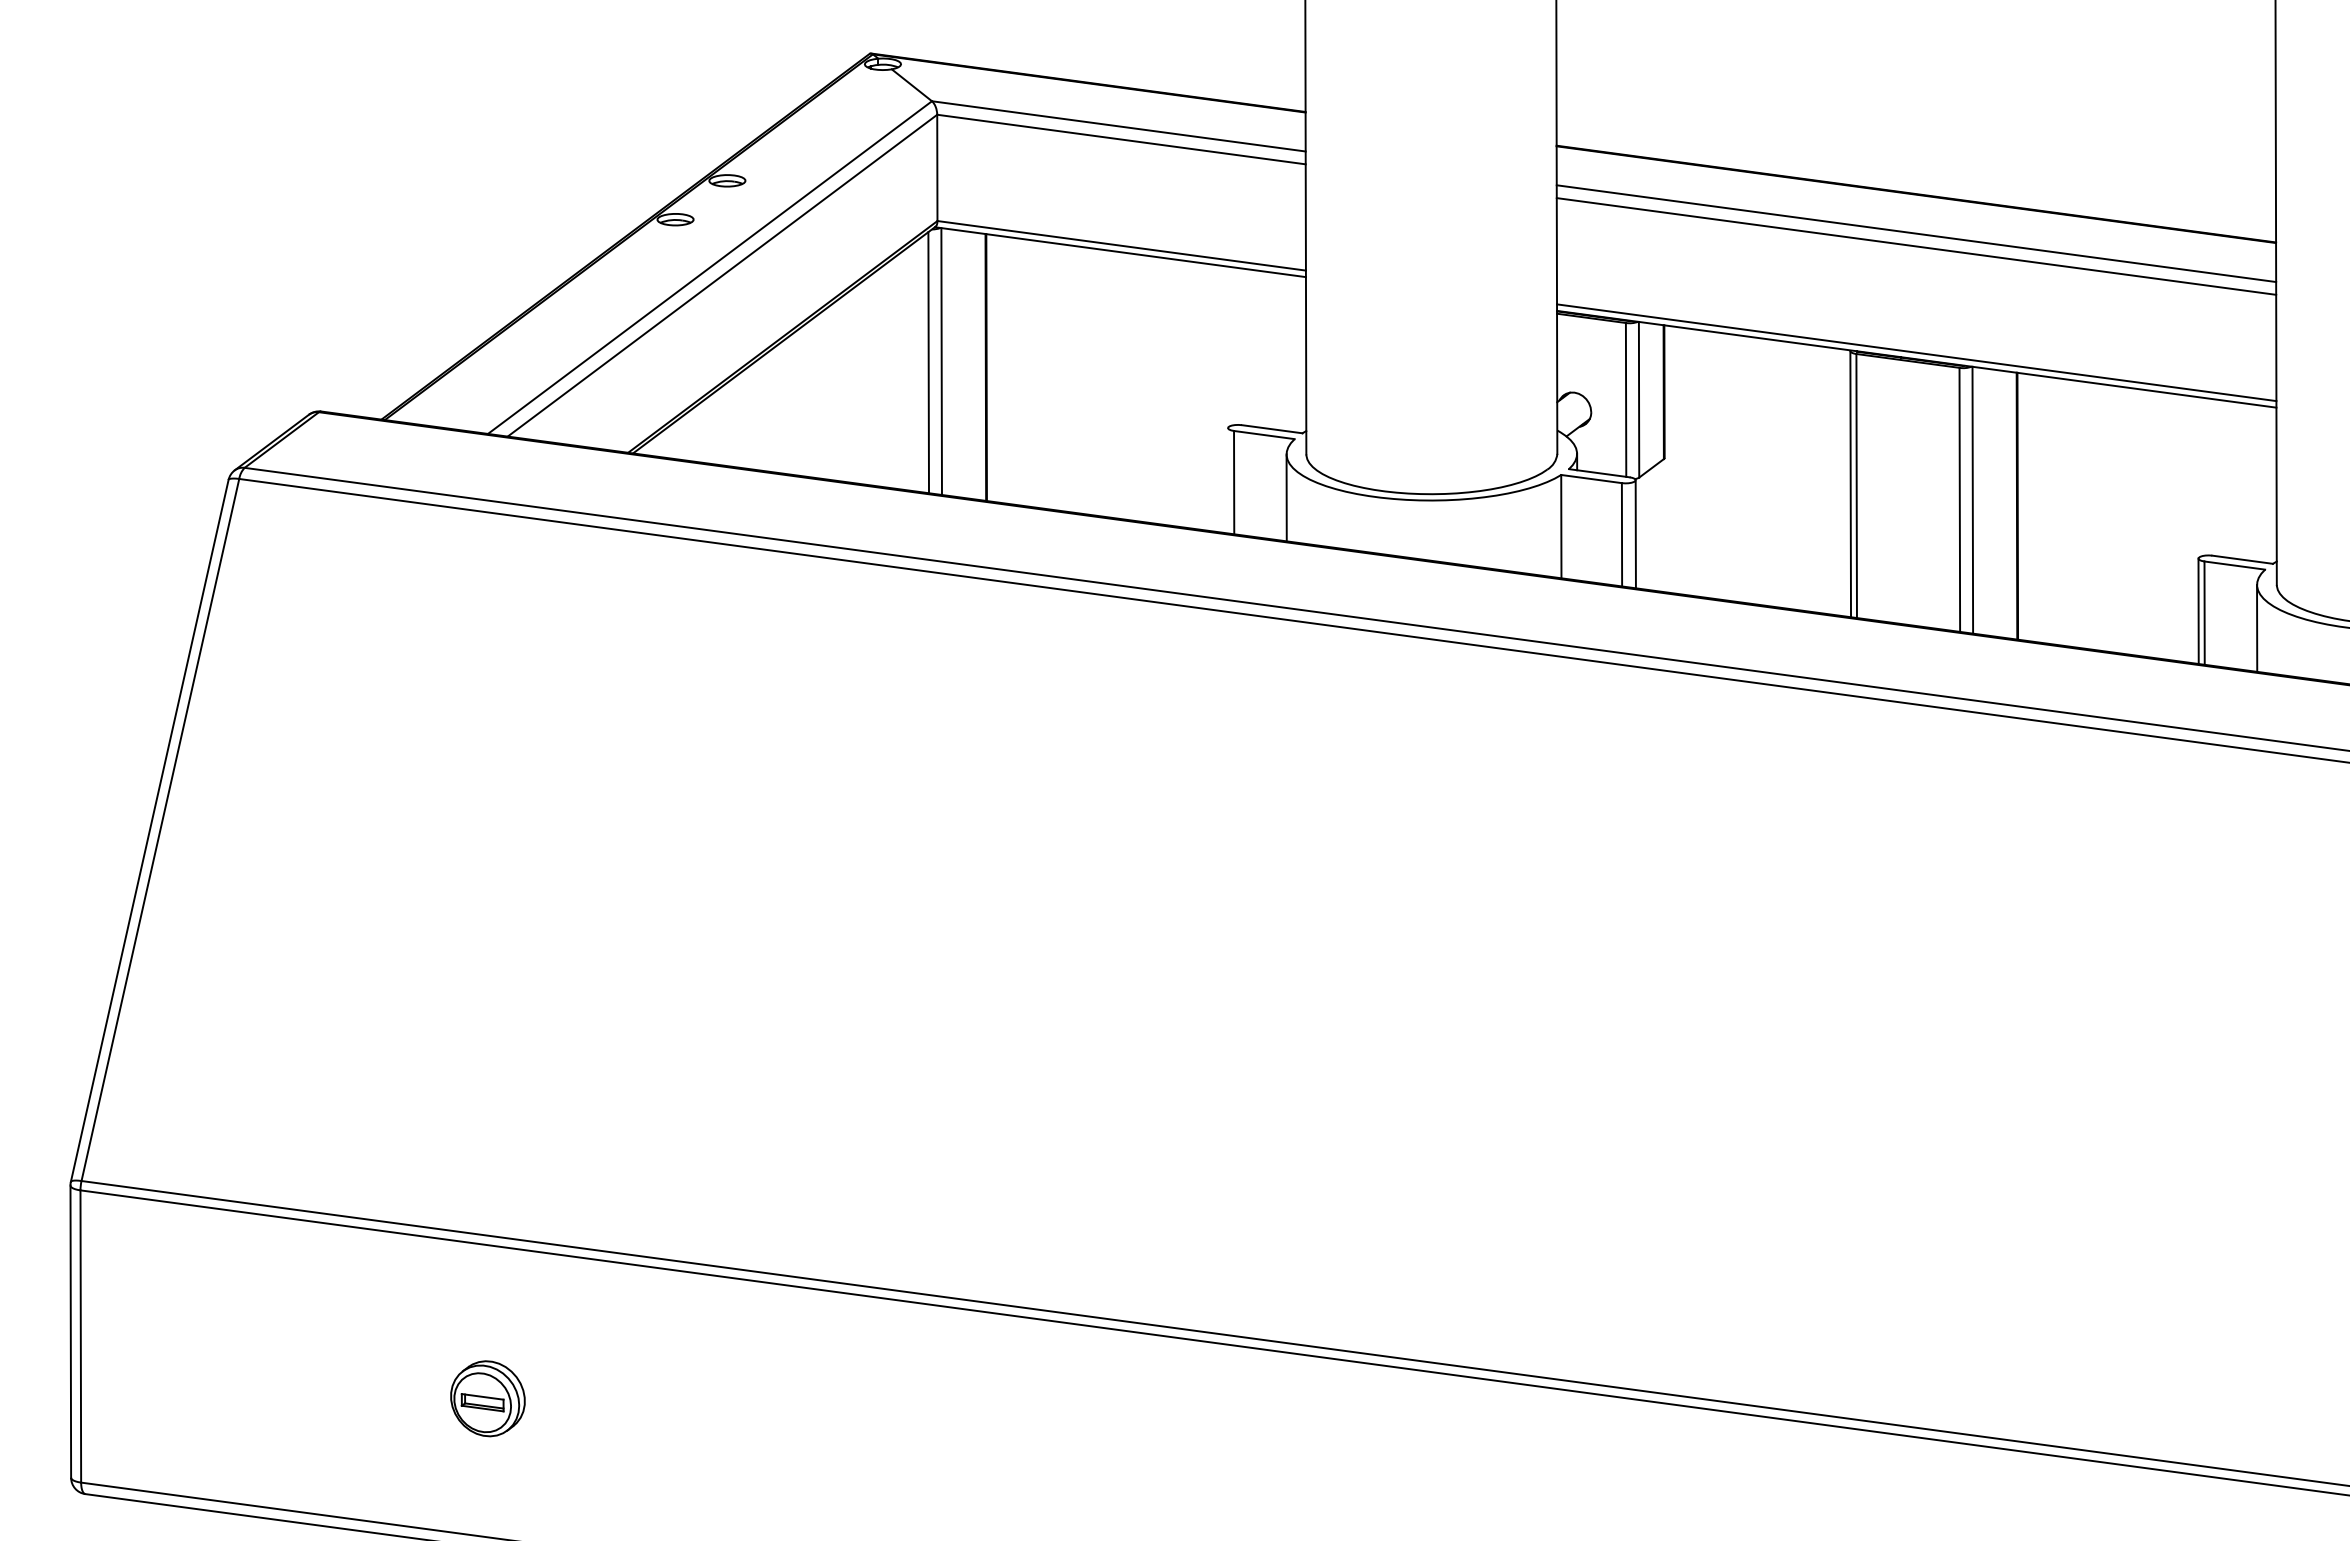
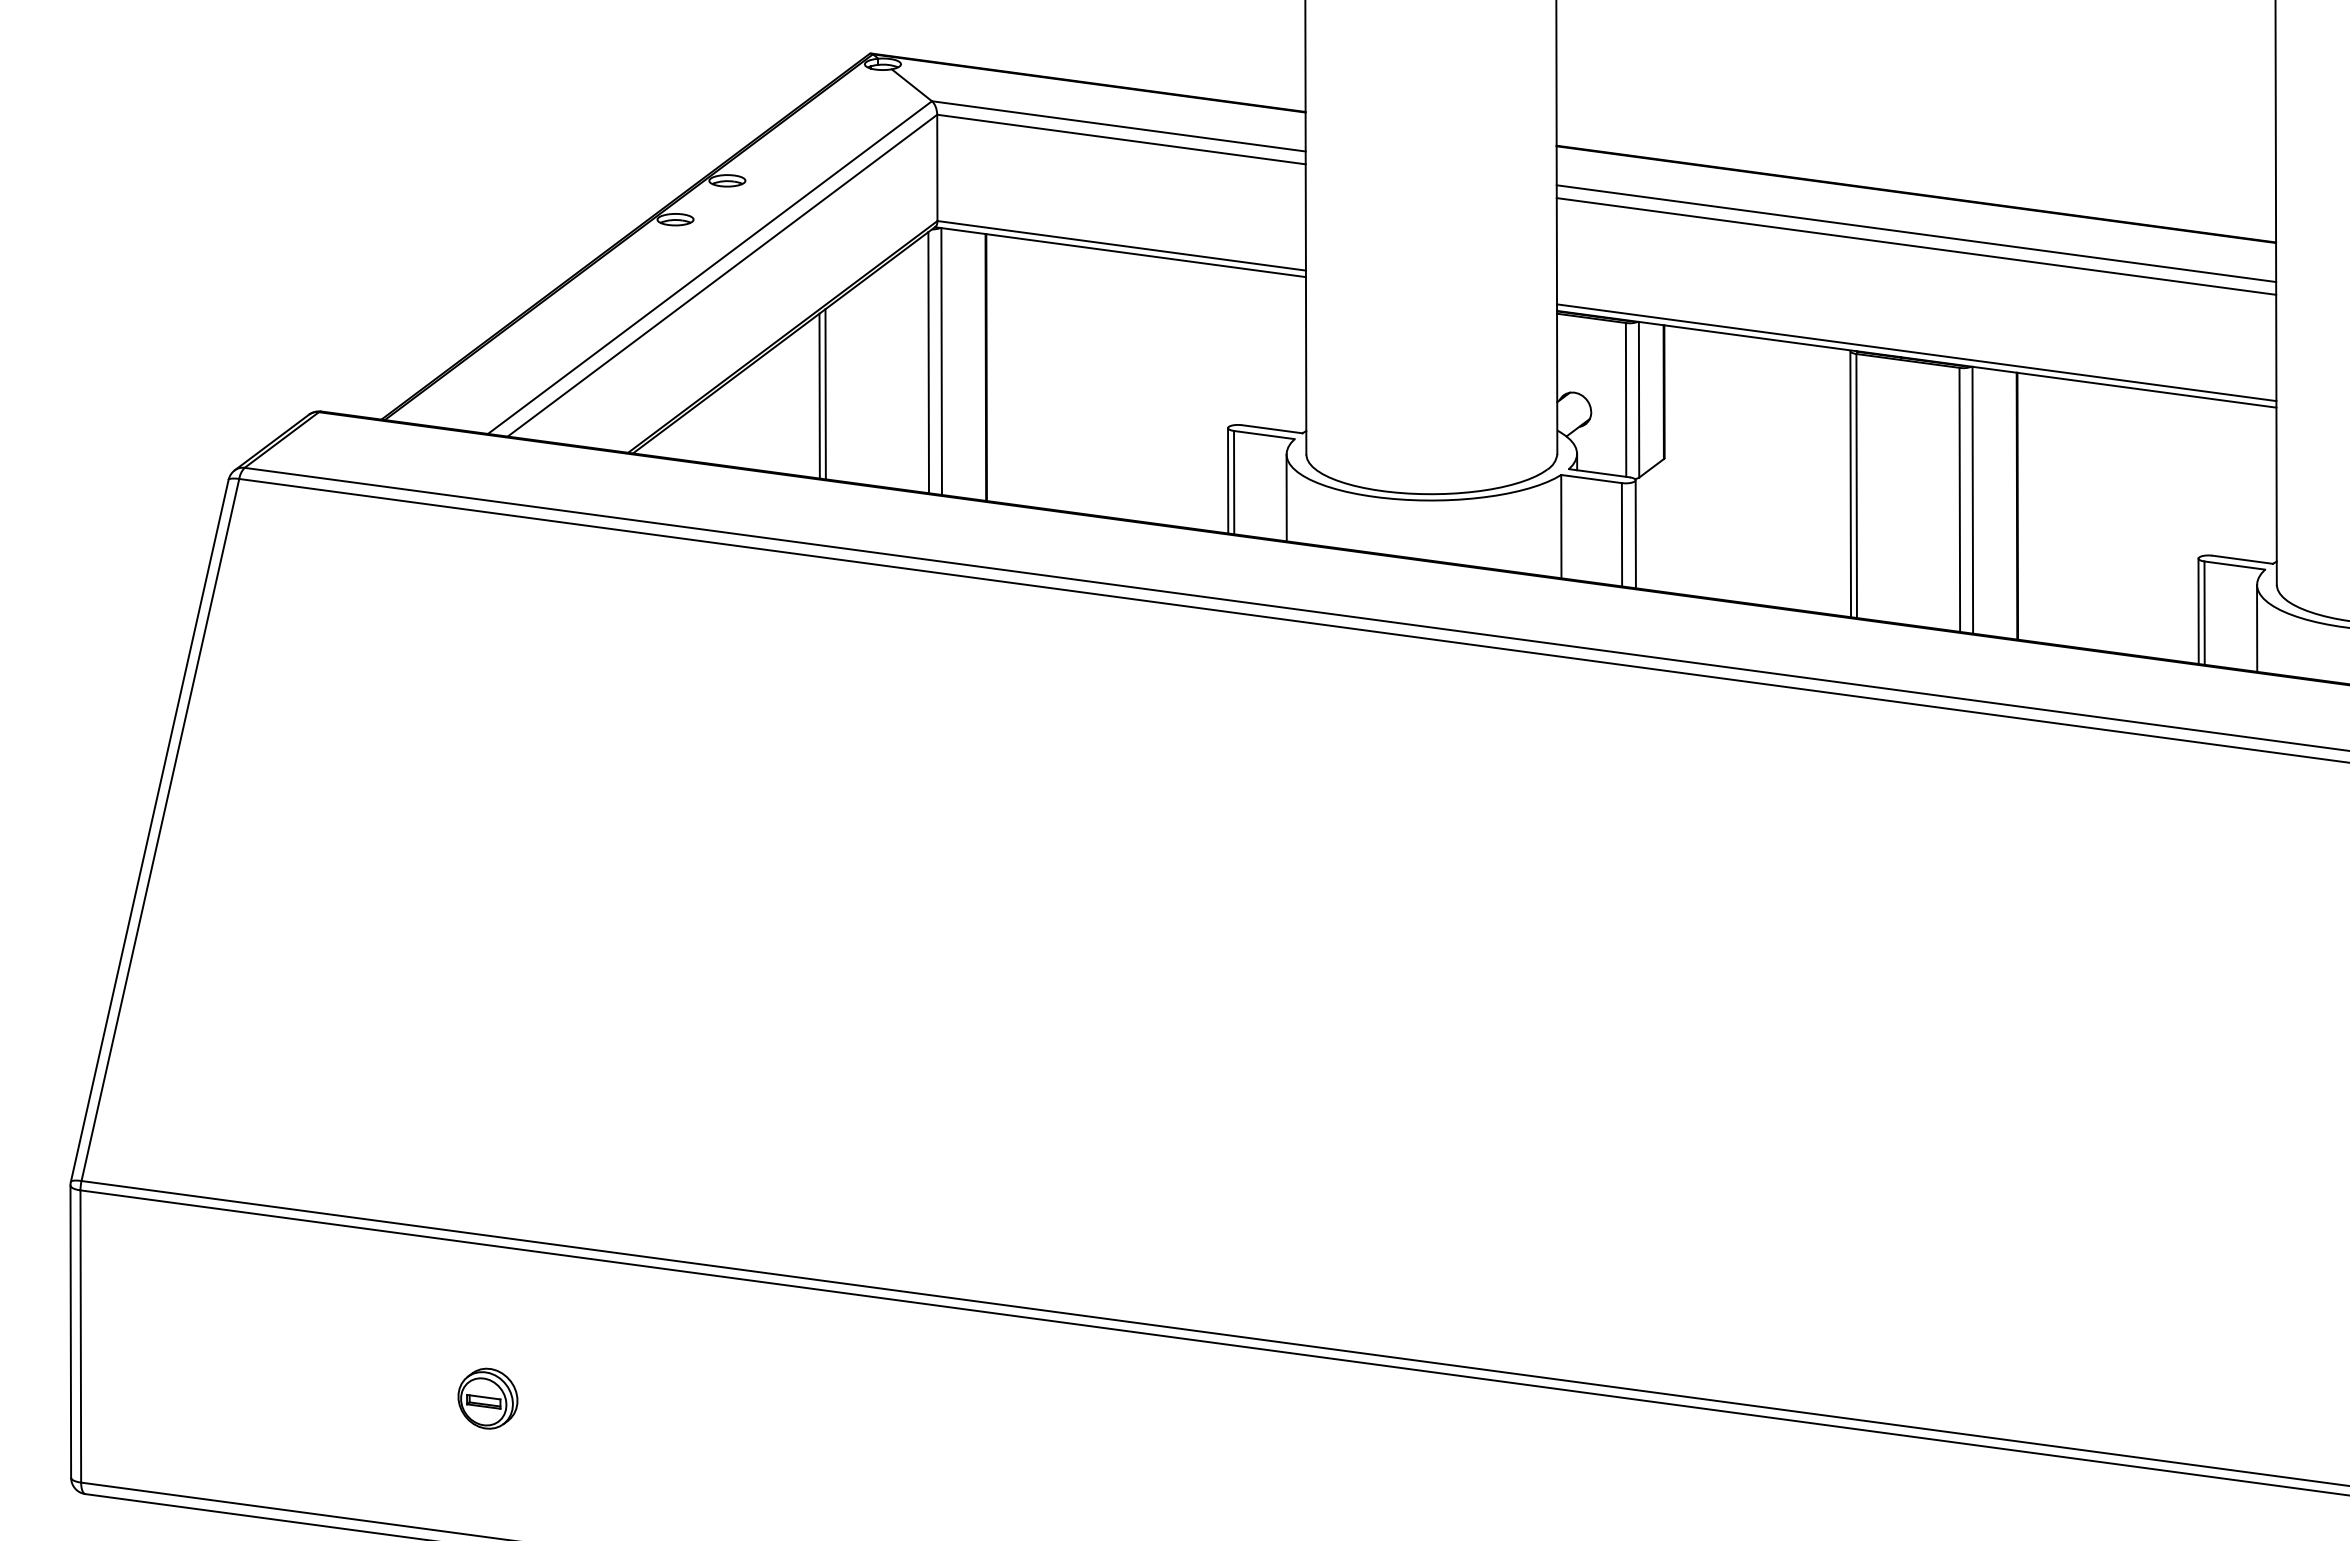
line at (825, 394): none -> present
line at (819, 395): none -> present
line at (1228, 480): none -> present
part at (487, 1398) size: 76x78 px -> 62x63 px
